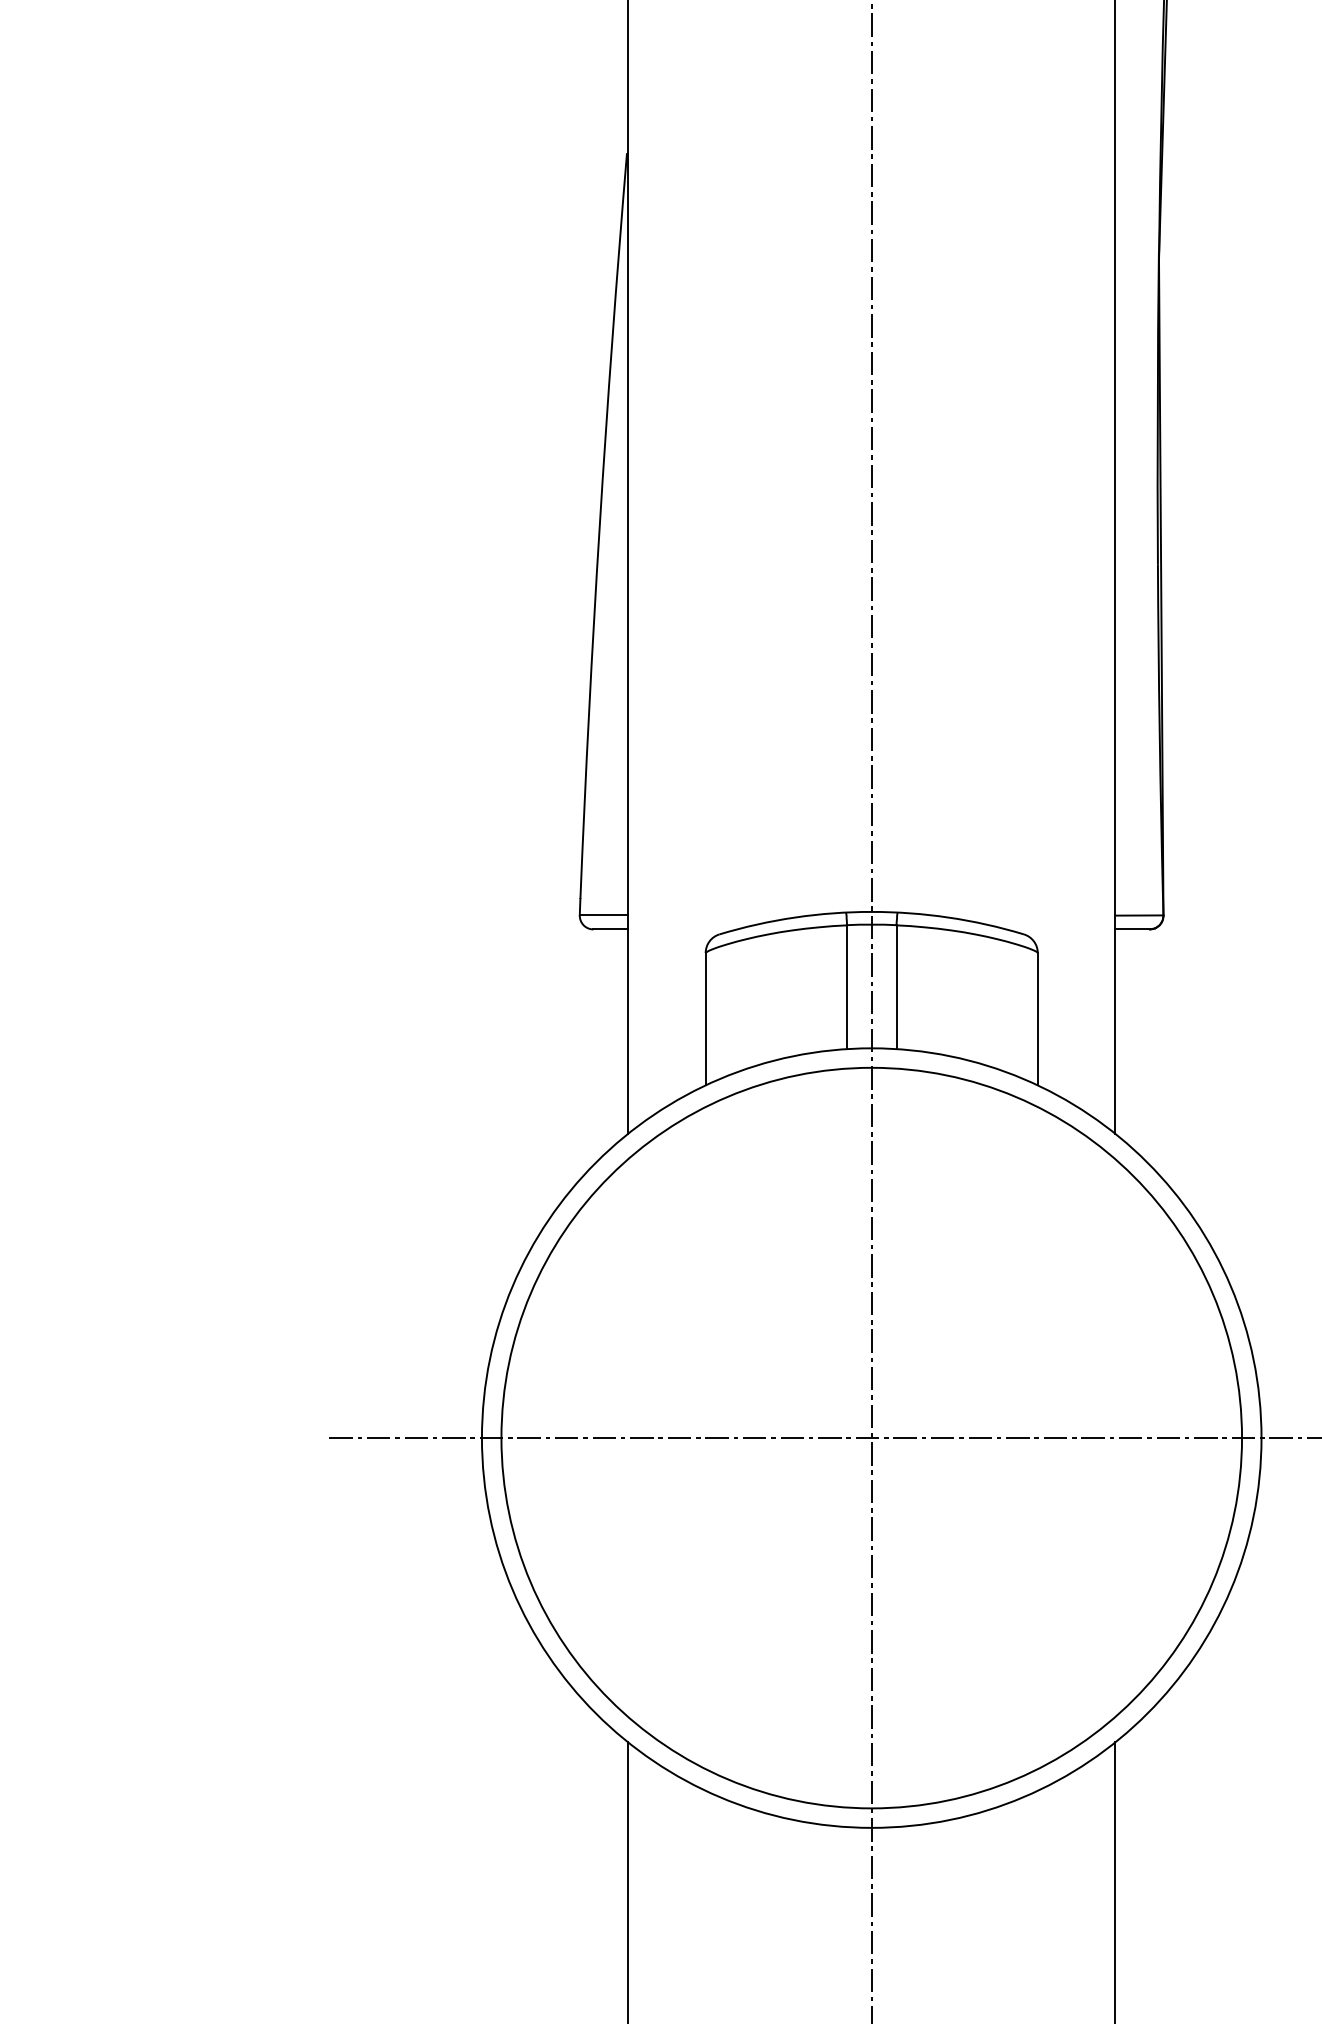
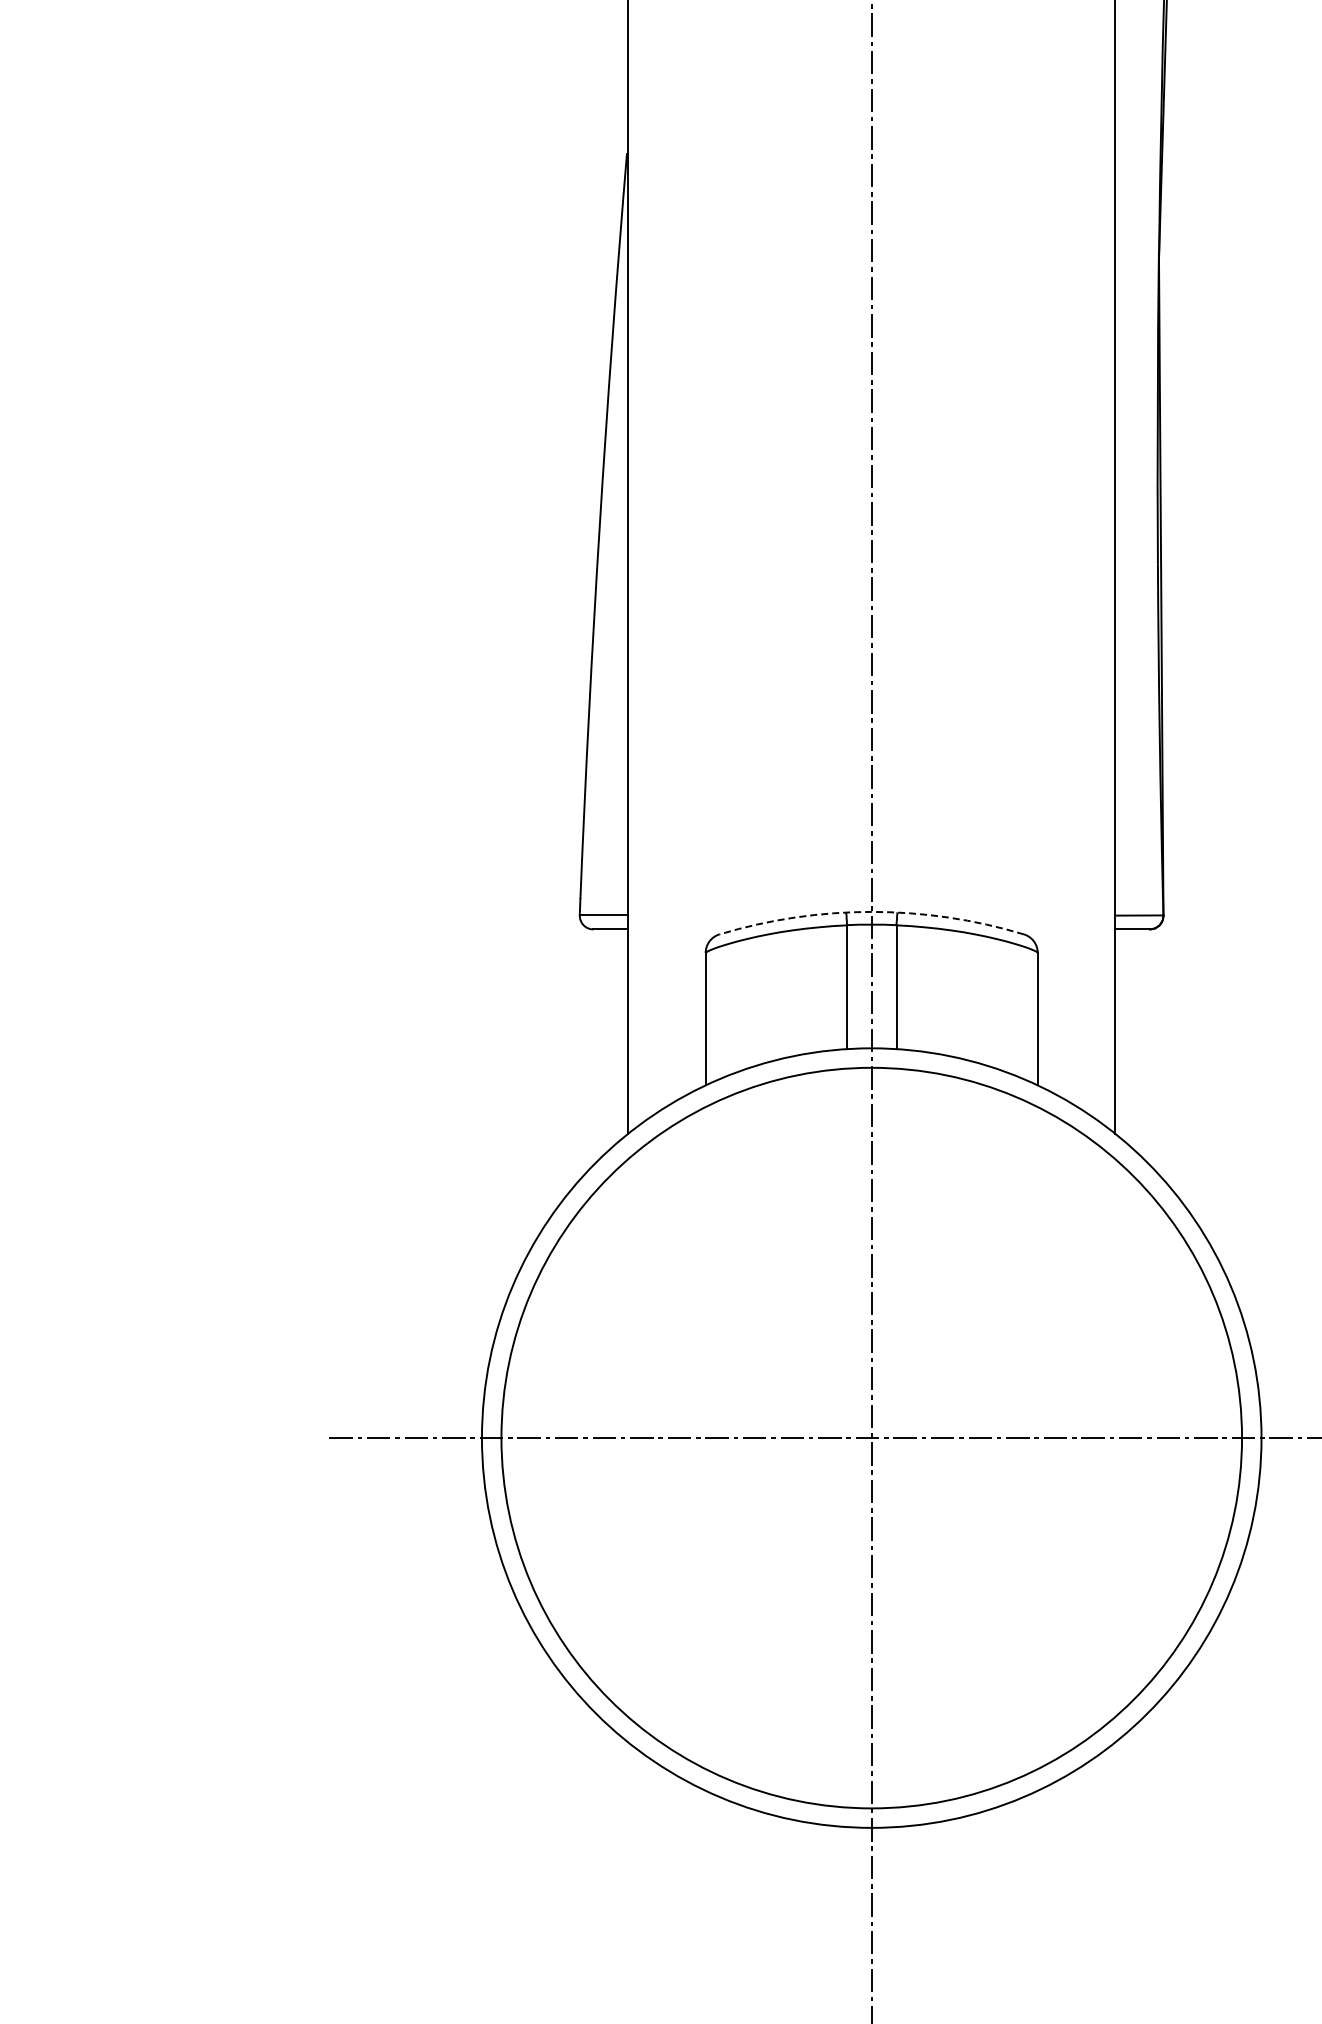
arc at (871, 911): solid -> dashed
line at (628, 1880): present -> none
line at (1115, 1881): present -> none
